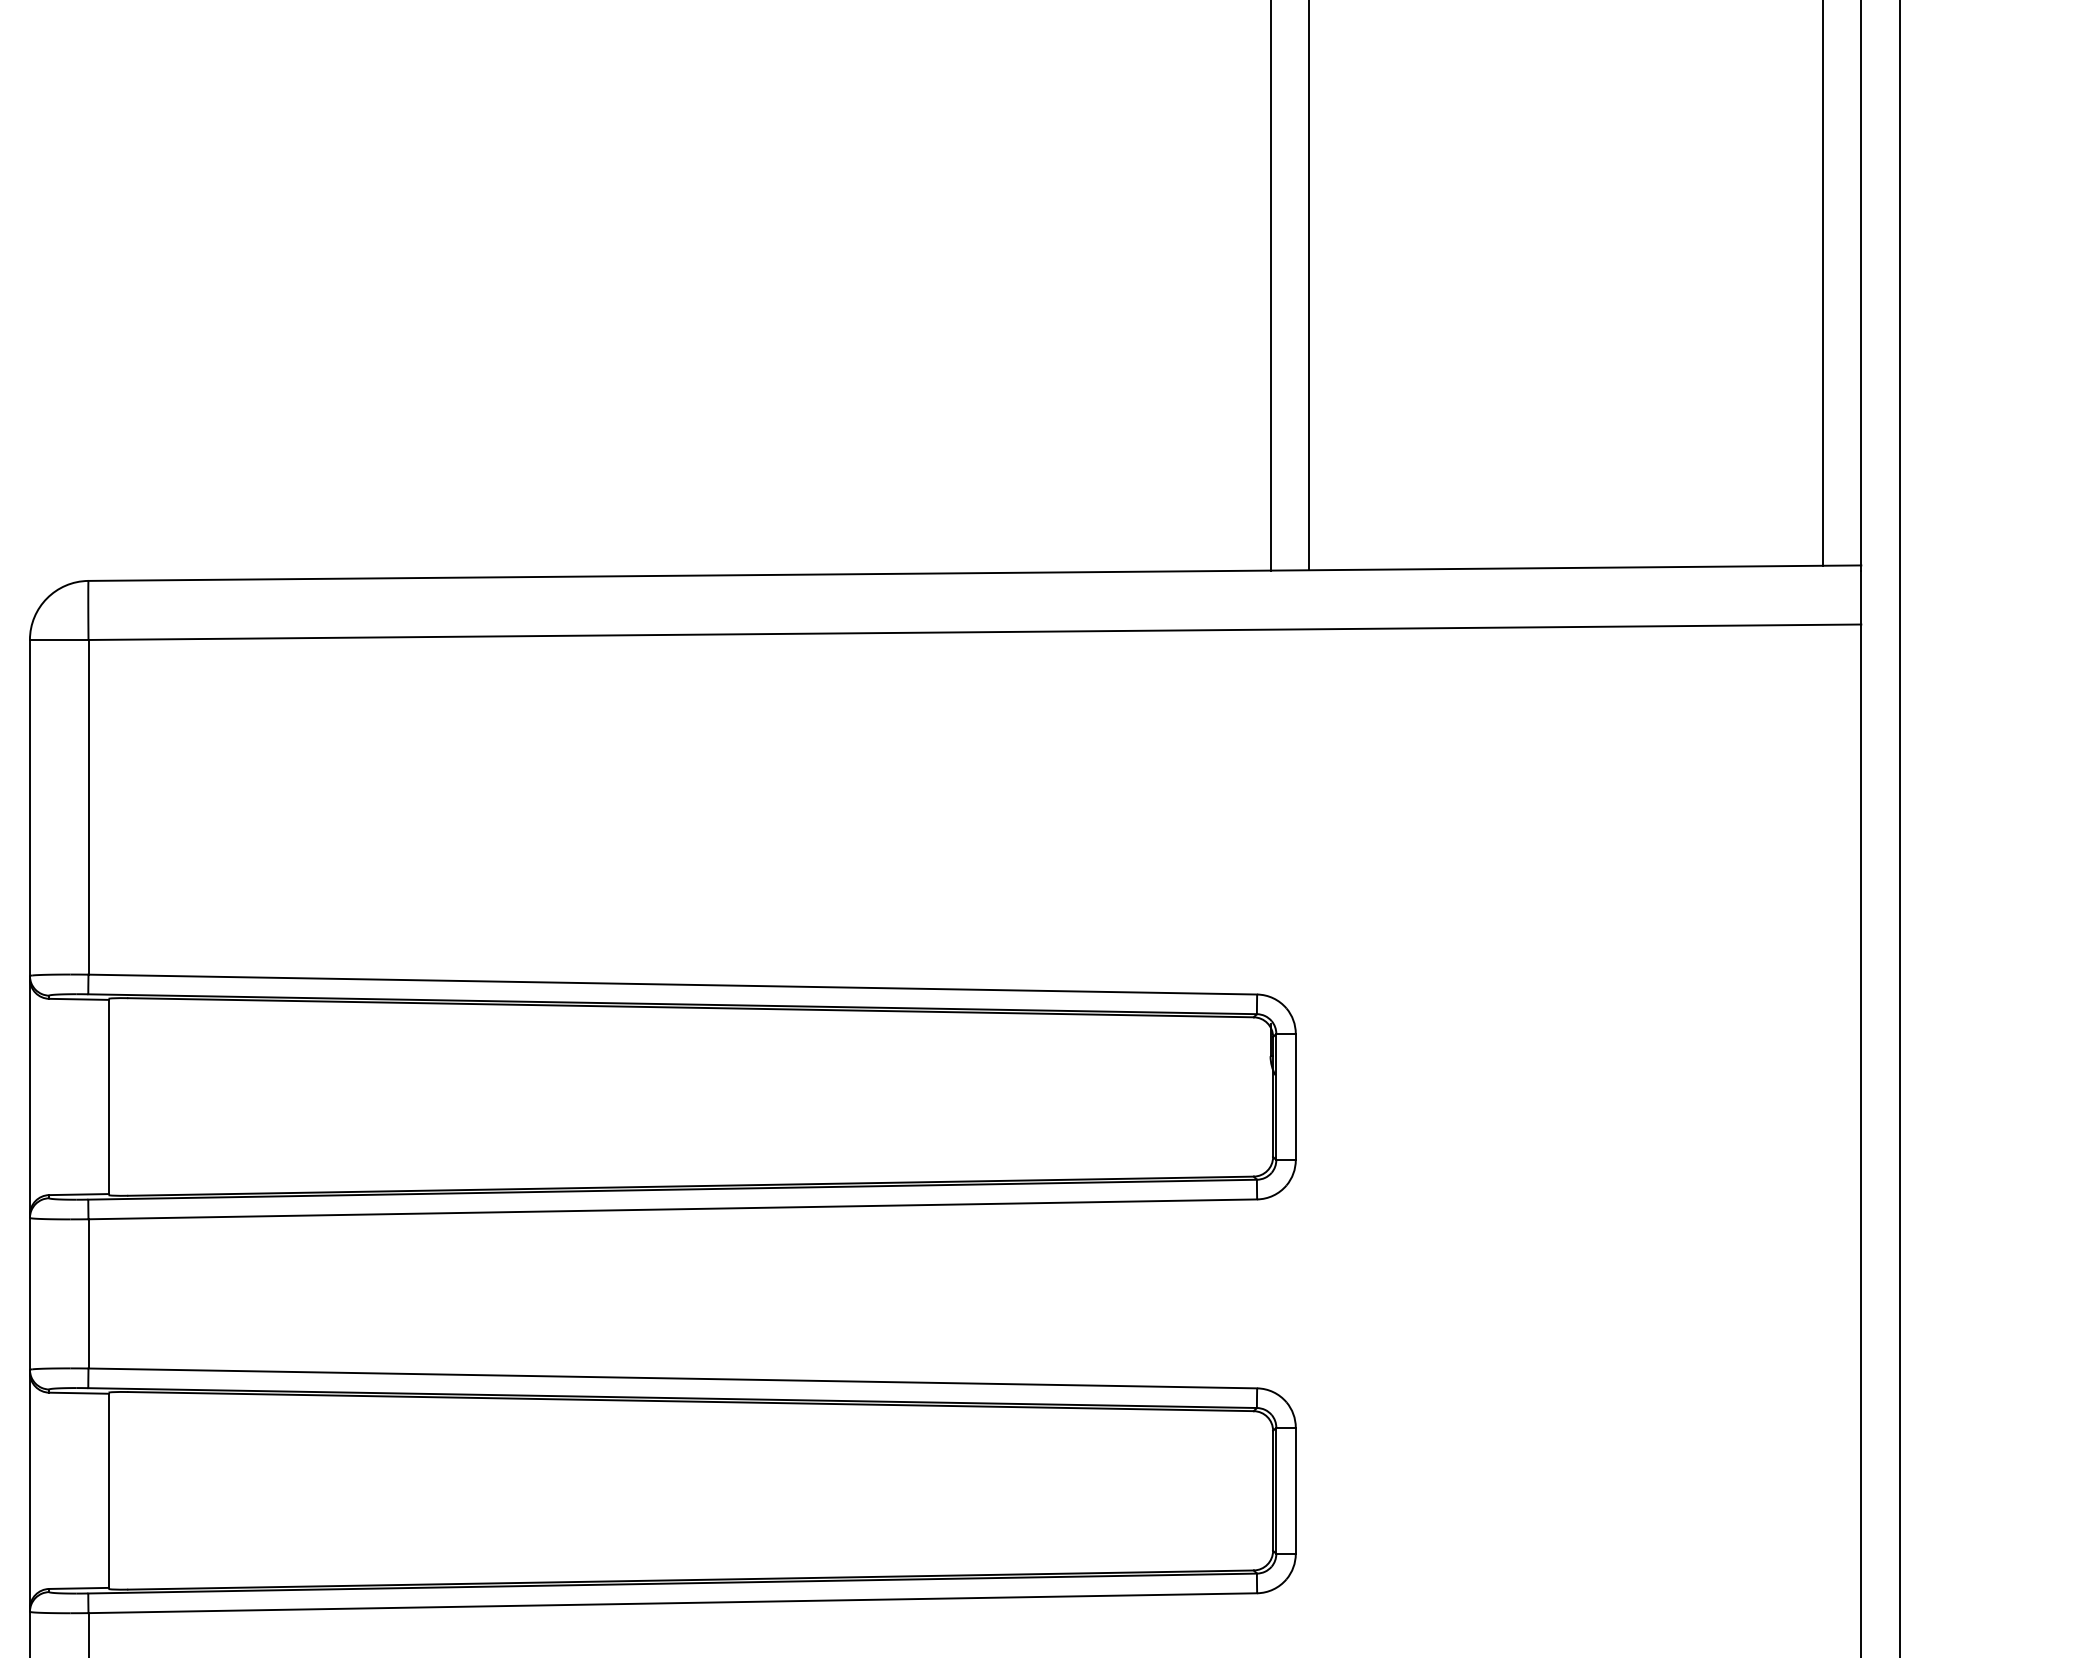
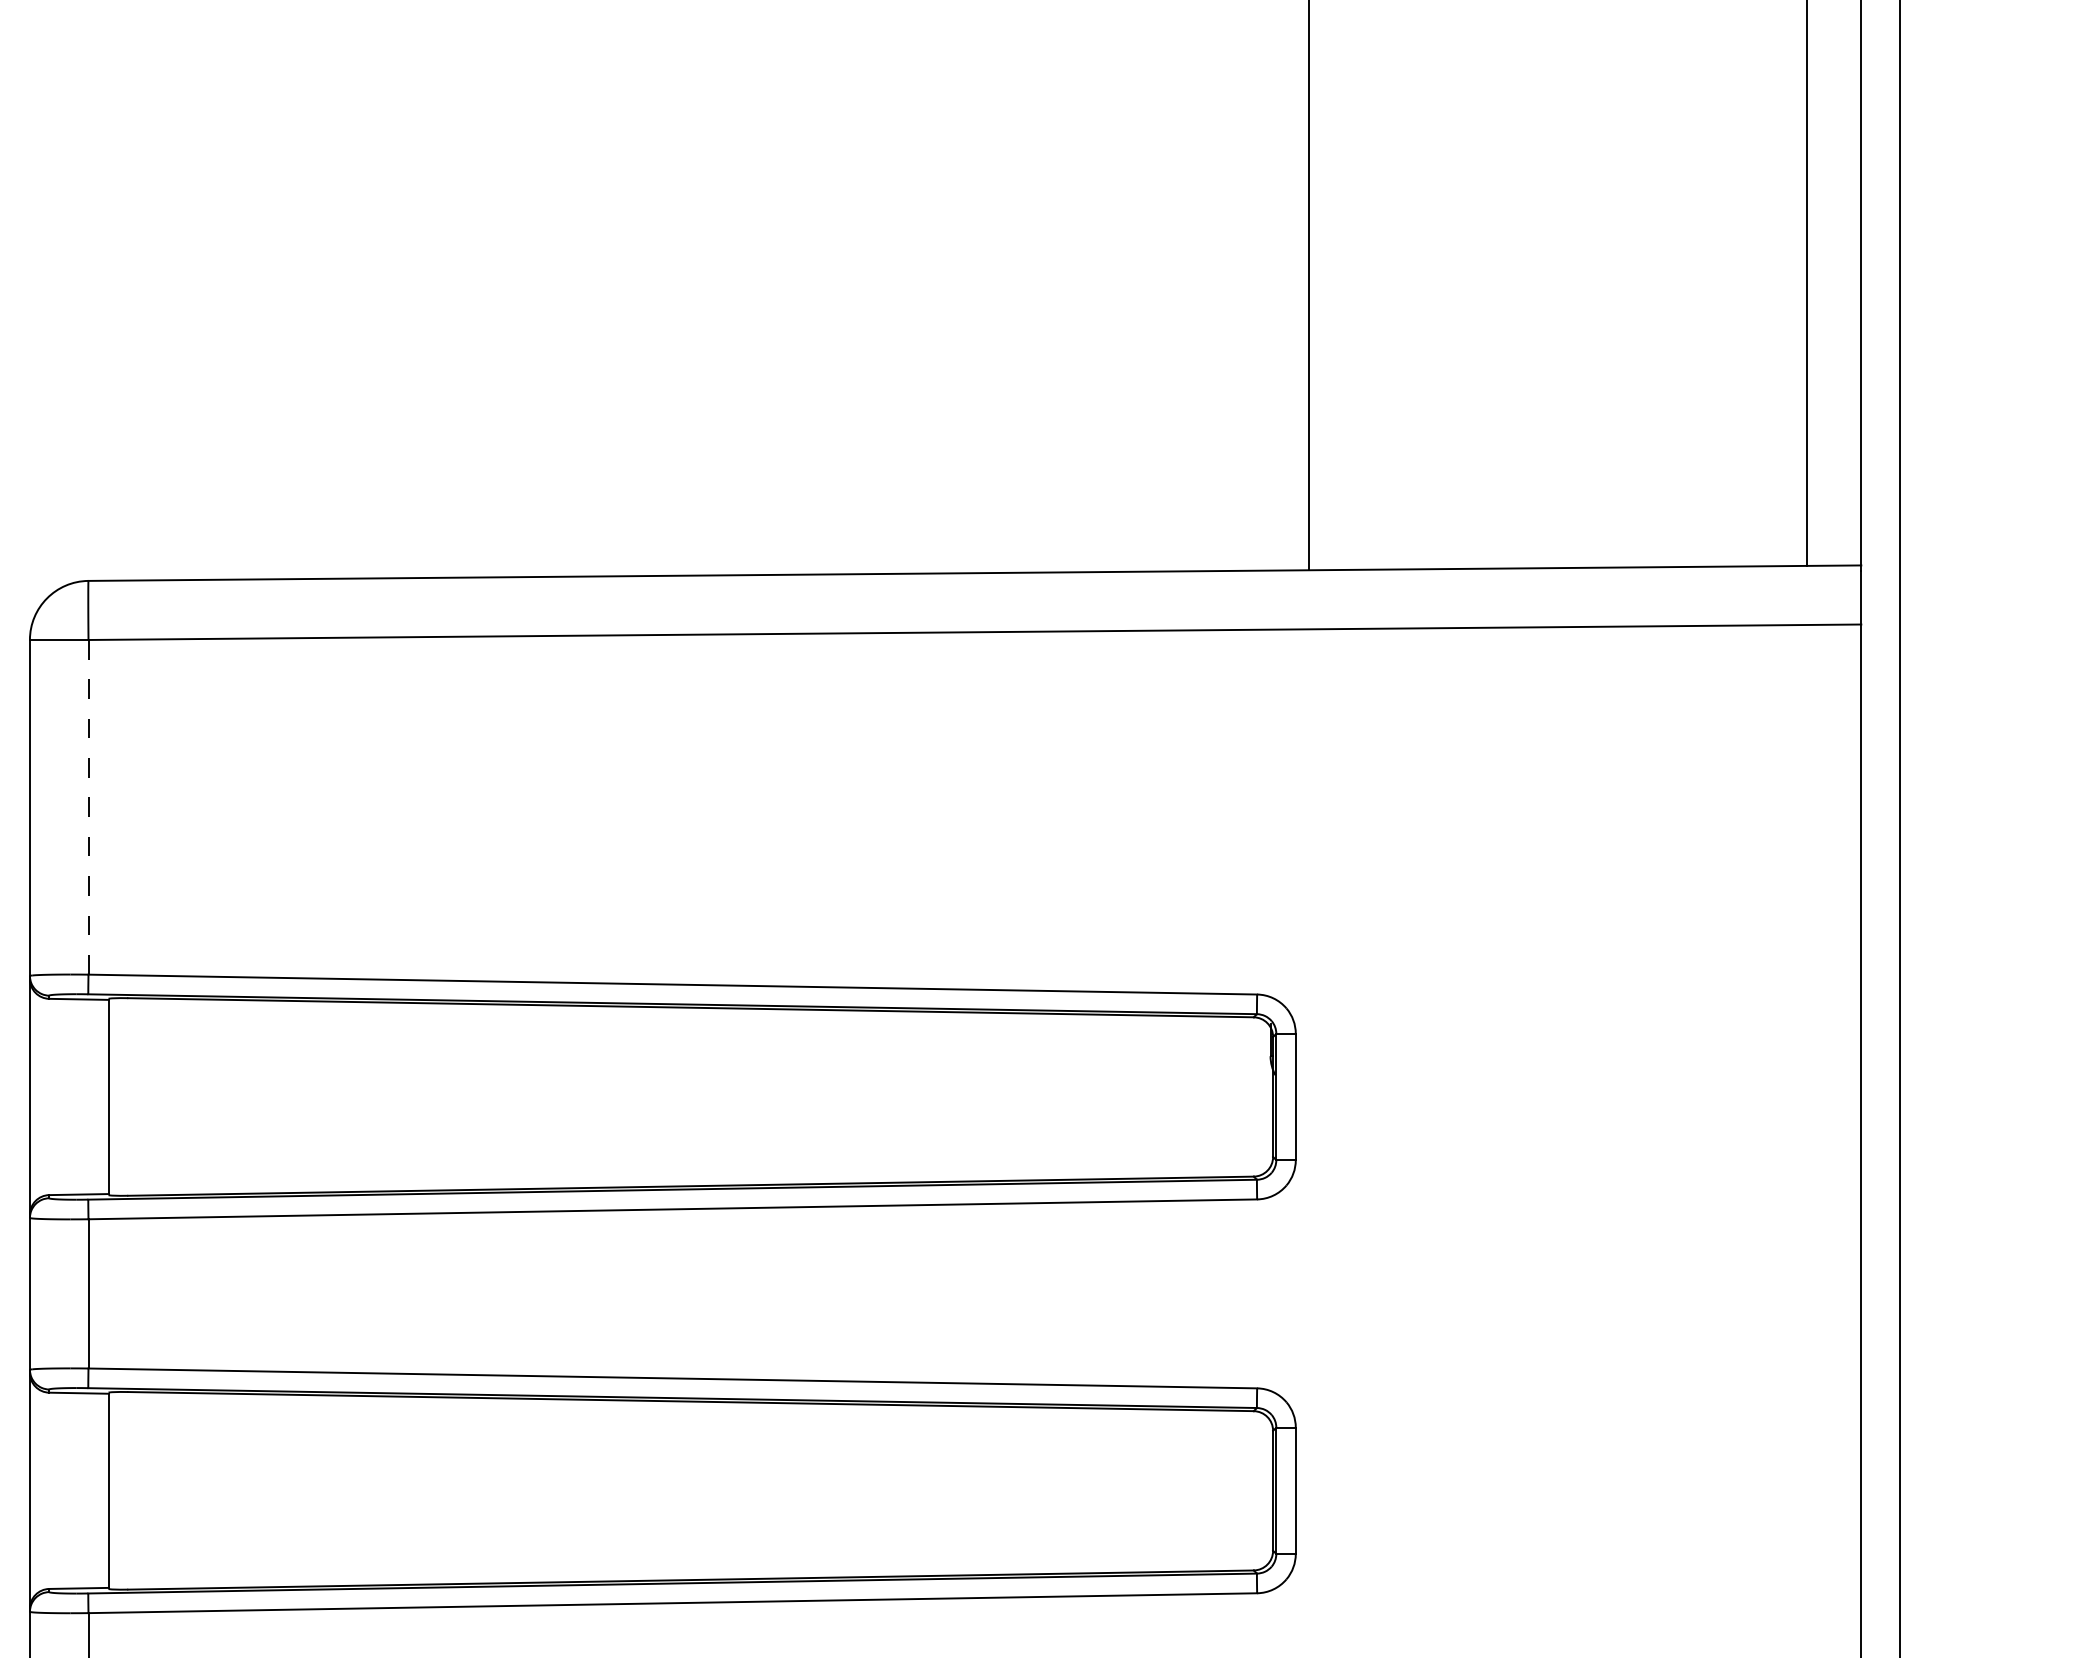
line at (1822, 283) position: (1822, 283) -> (1806, 283)
line at (1270, 286): present -> none
line at (88, 806): solid -> dashed
